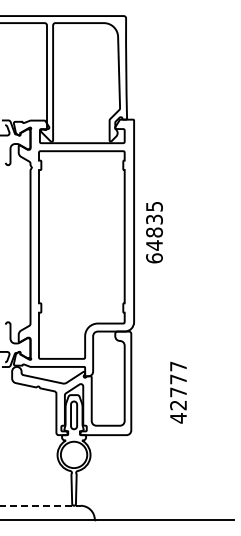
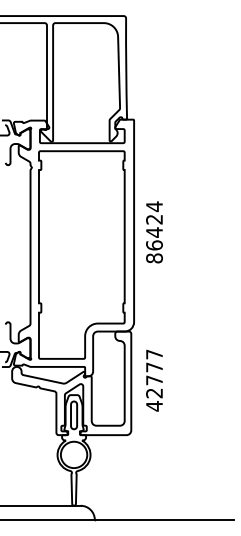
text at (154, 232): 64835 -> 86424
text at (178, 392) position: (178, 392) -> (154, 380)
line at (40, 505): dashed -> solid
